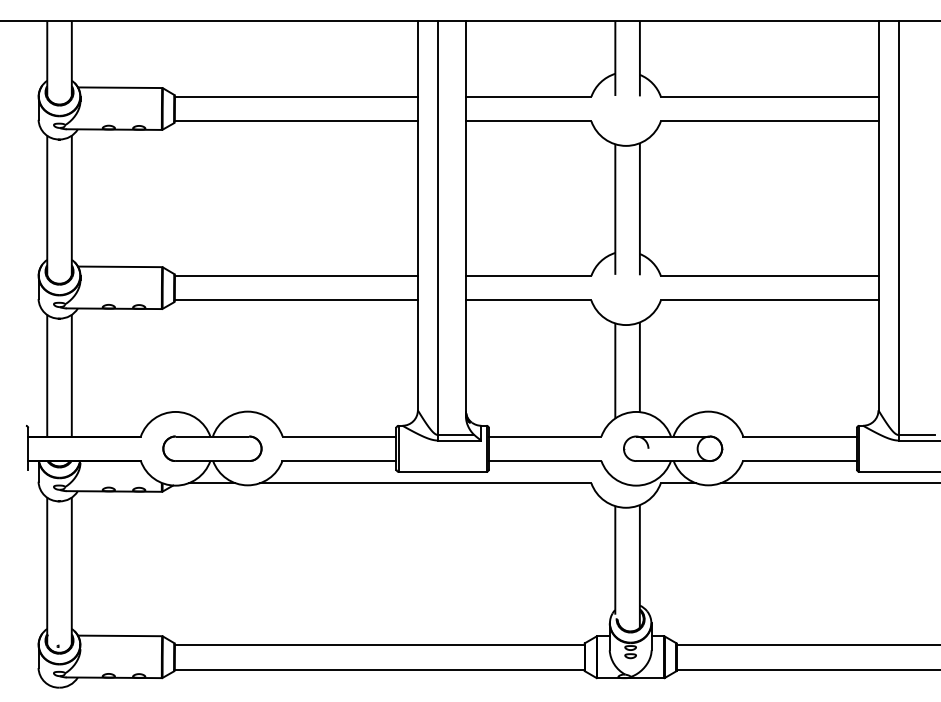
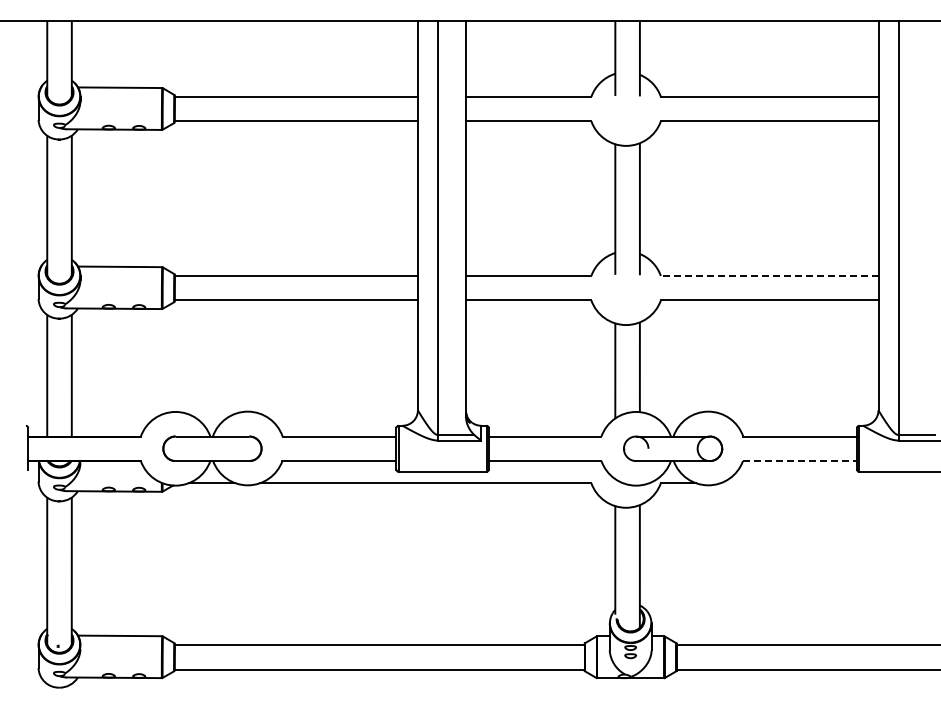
line at (769, 275): solid -> dashed
line at (800, 461): solid -> dashed
line at (828, 483): present -> none
